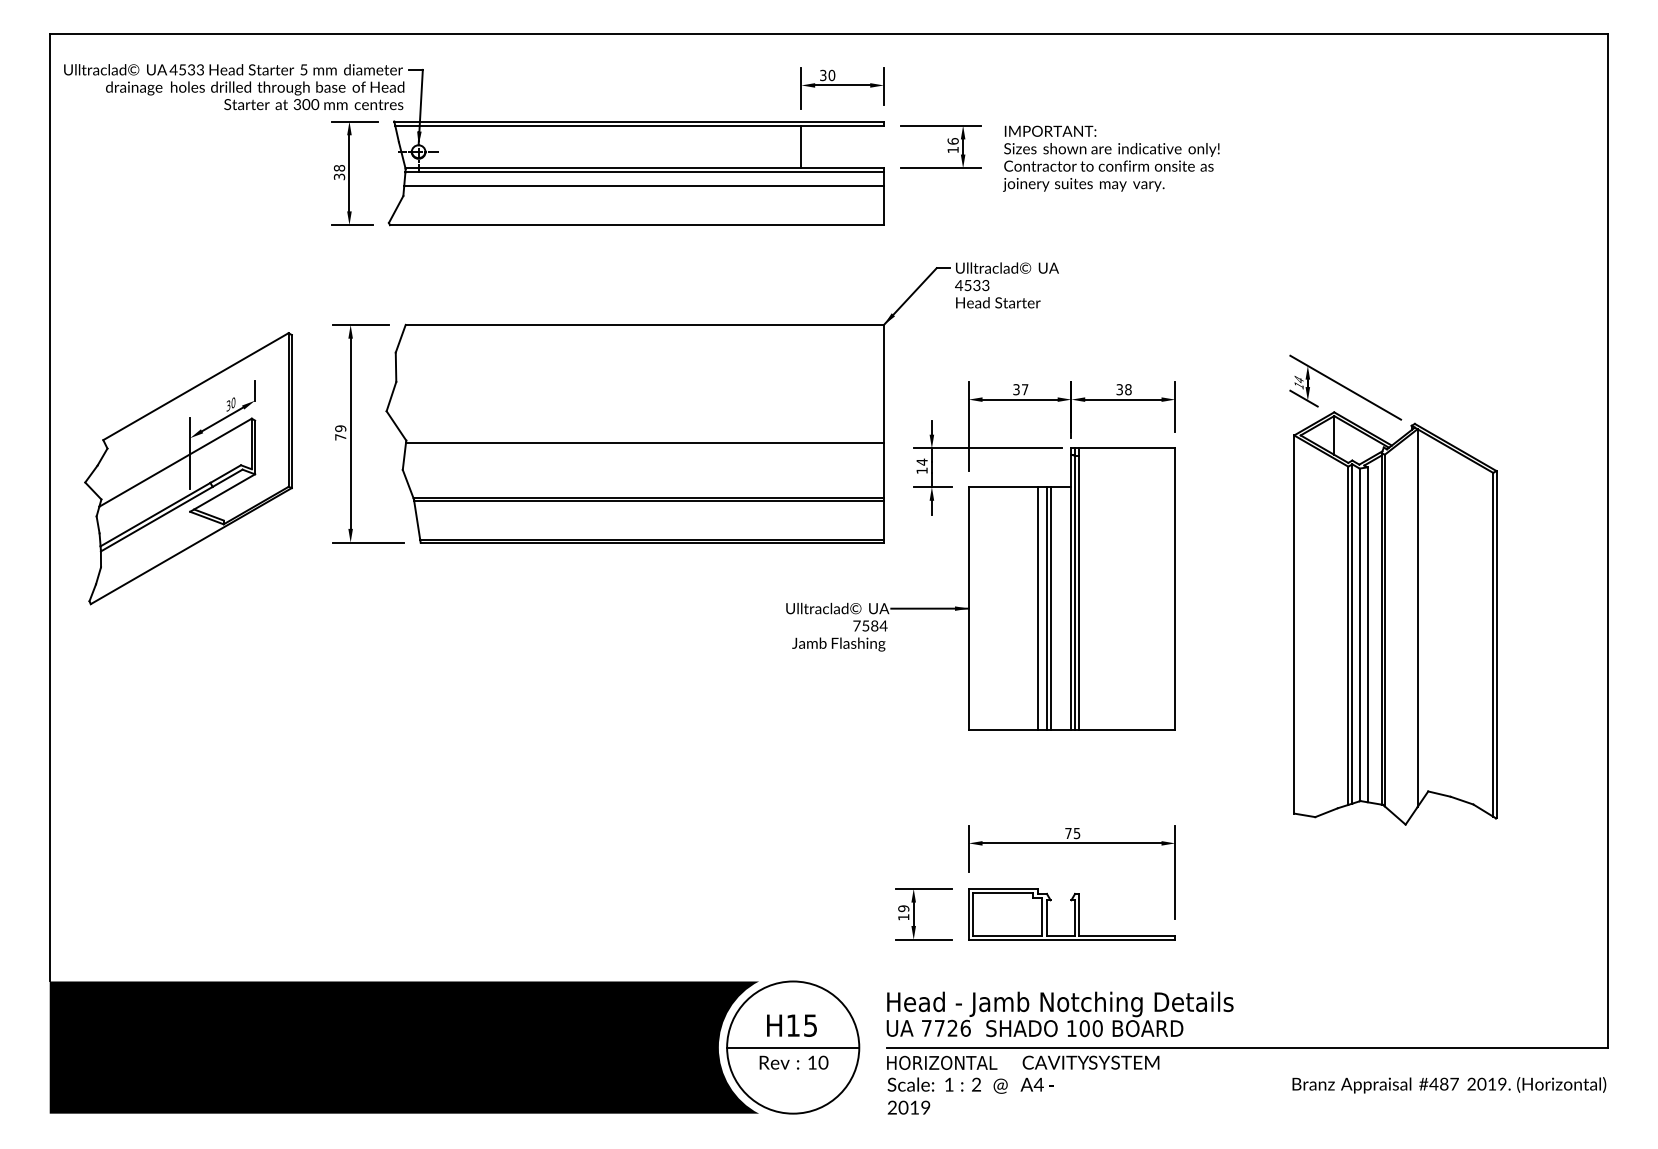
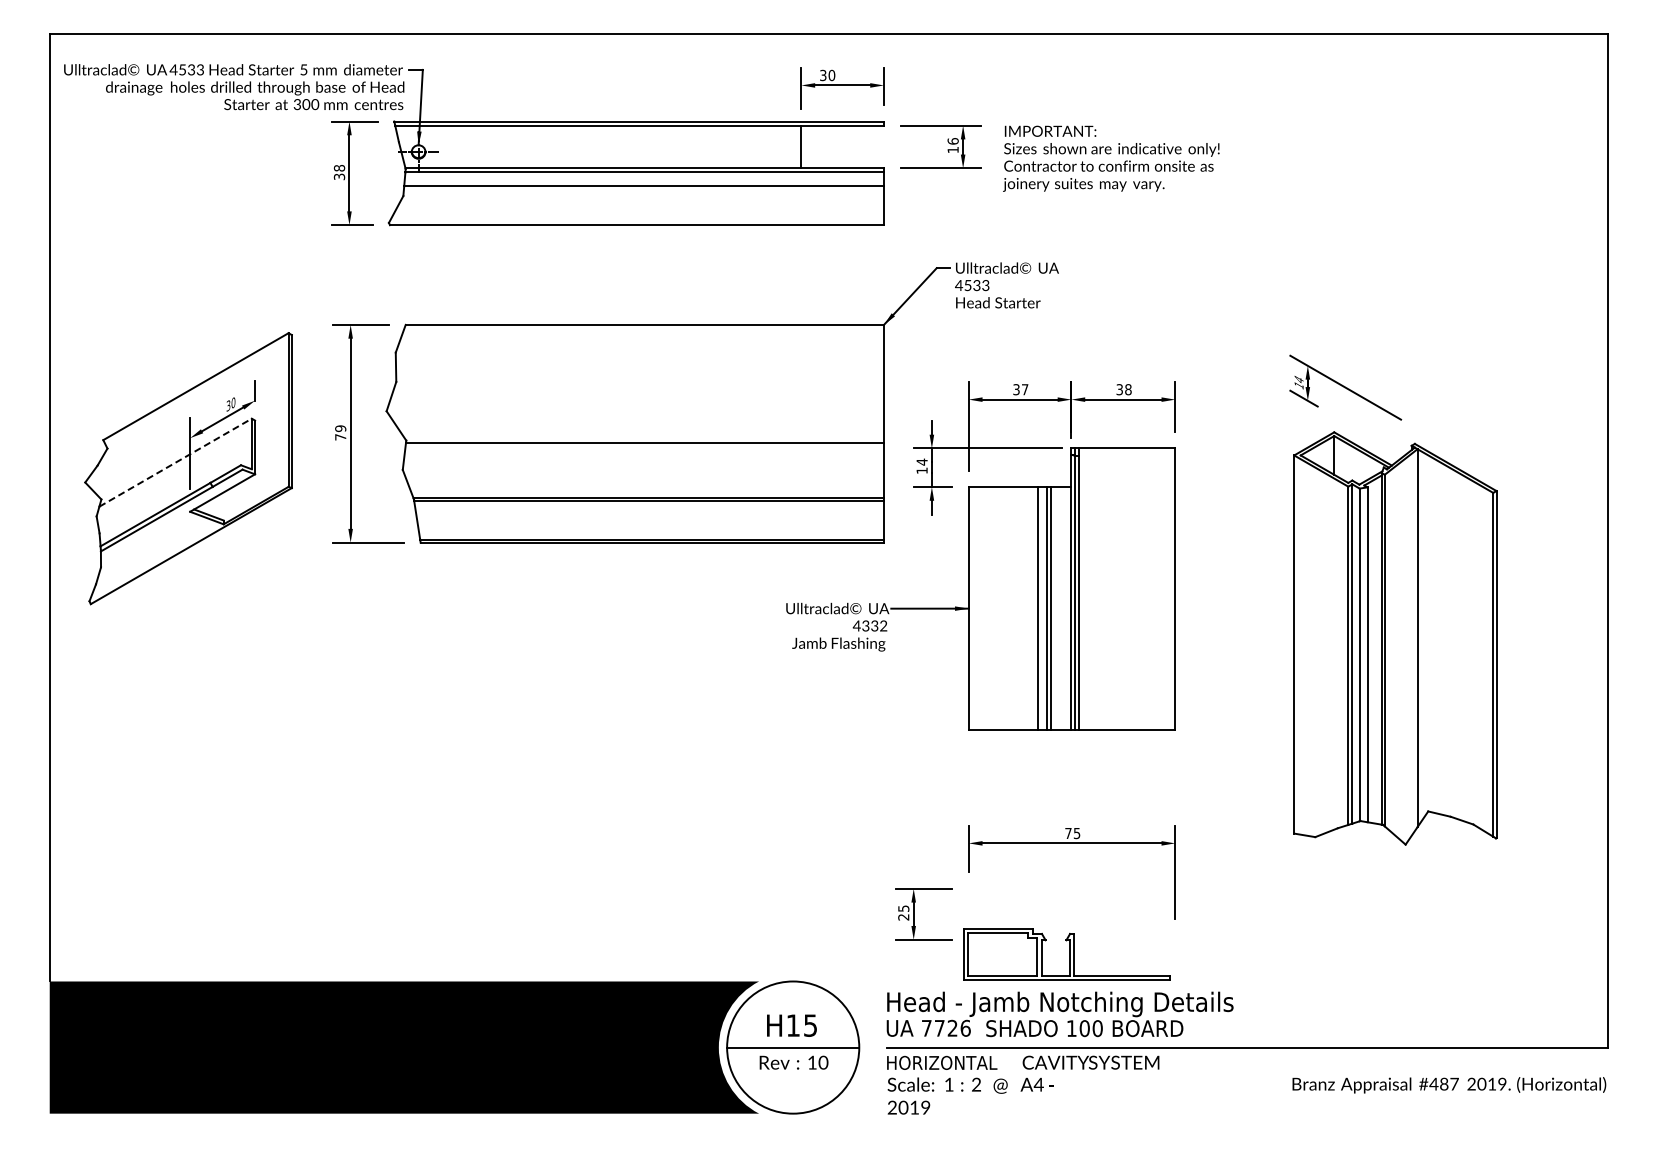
line at (176, 462): solid -> dashed
part at (1395, 618) position: (1395, 618) -> (1395, 638)
text at (869, 625): 7584 -> 4332
text at (903, 912): 19 -> 25
part at (1071, 914) position: (1071, 914) -> (1066, 954)
